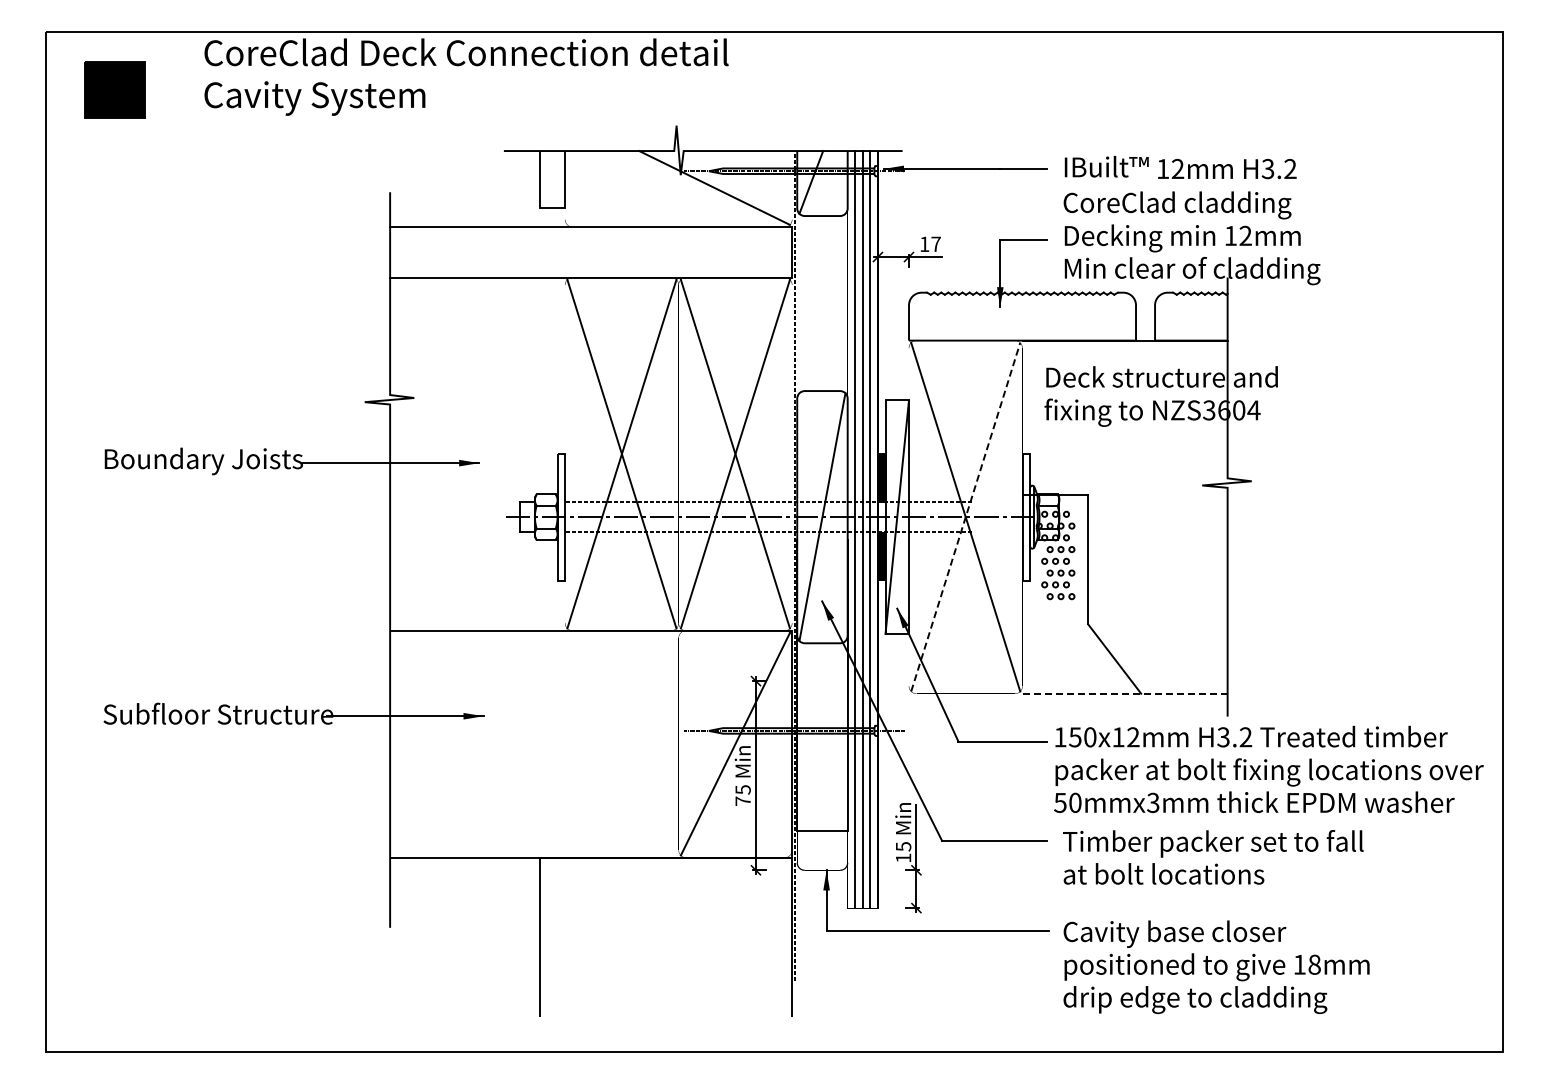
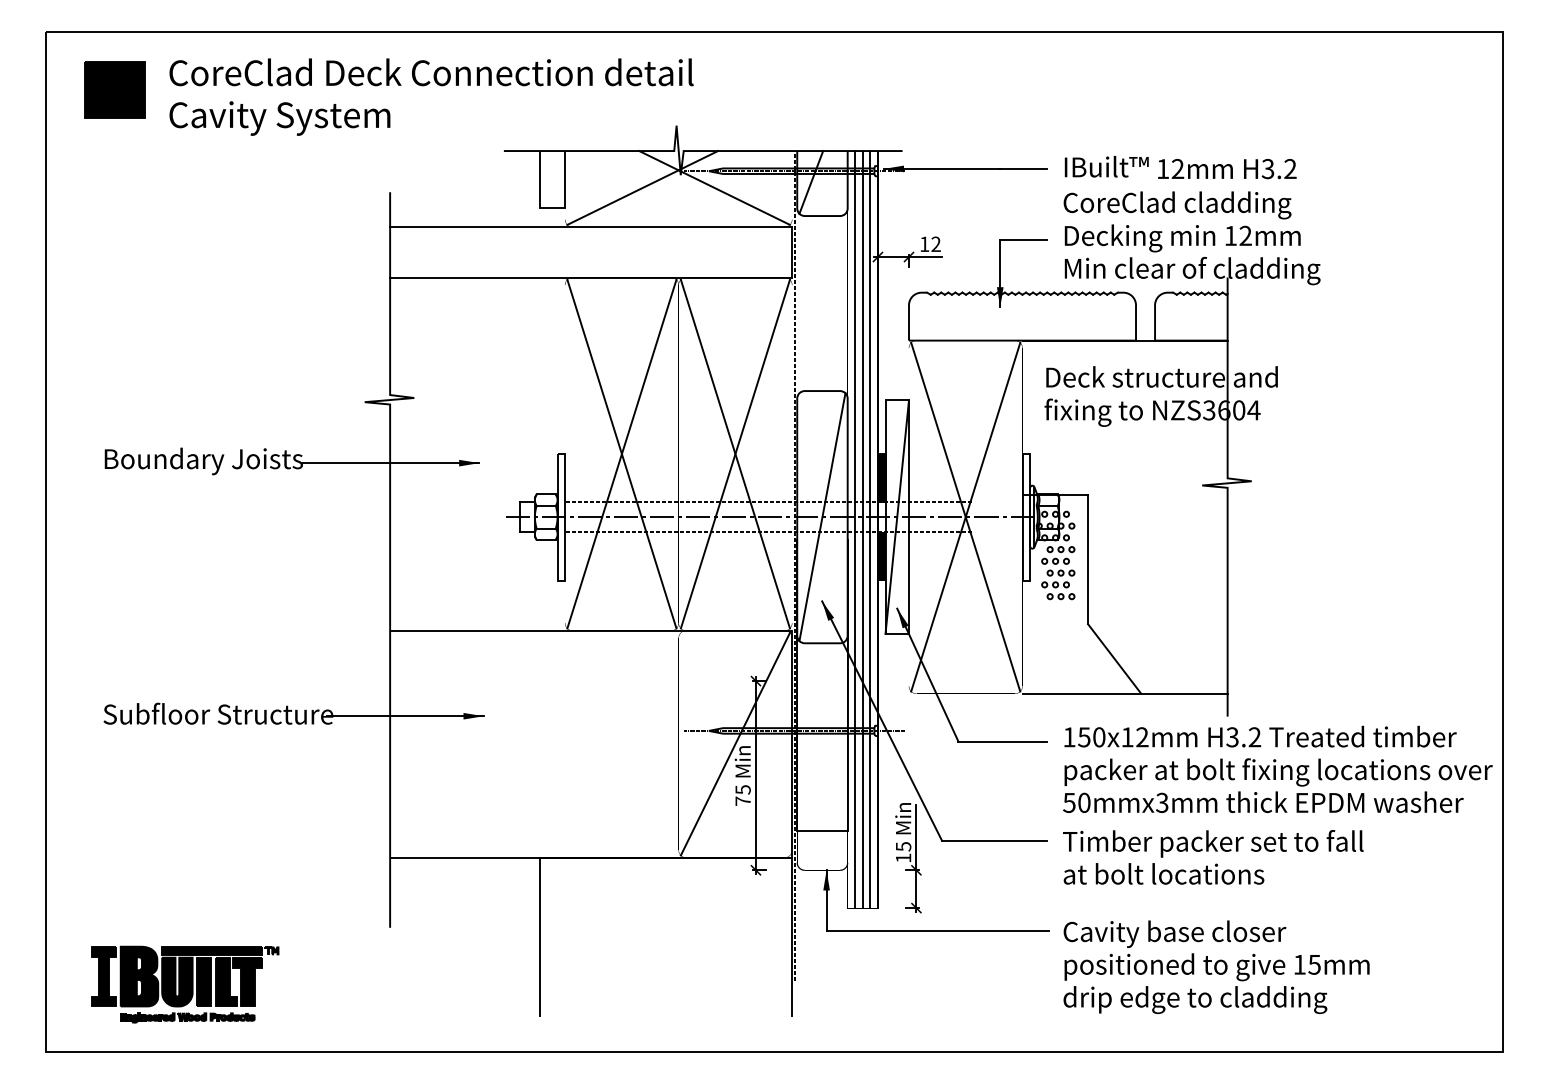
text at (466, 76) position: (466, 76) -> (431, 96)
line at (642, 187): none -> present
text at (935, 243): 17 -> 12
line at (965, 517): dashed -> solid
line at (1125, 693): dashed -> solid
text at (1268, 768) position: (1268, 768) -> (1277, 768)
text at (1314, 964): 18mm -> 15mm
part at (185, 984): none -> present
